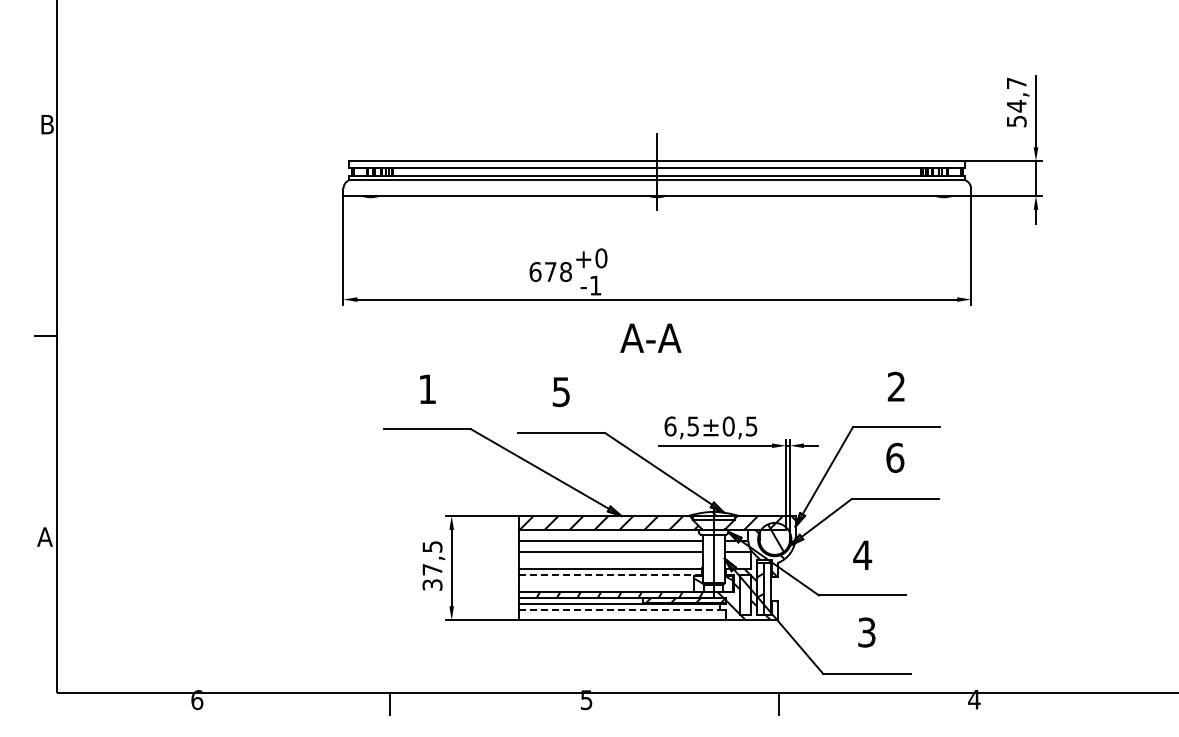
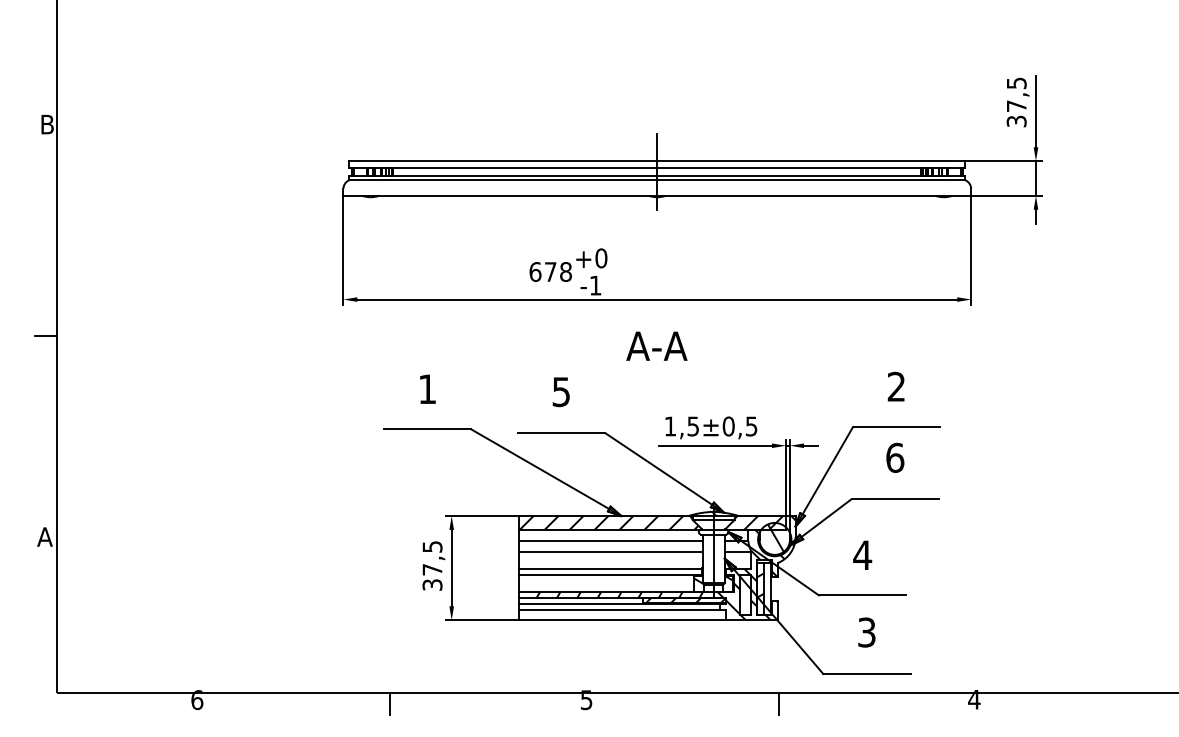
text at (1016, 101): 54,7 -> 37,5
text at (650, 337) position: (650, 337) -> (656, 345)
text at (670, 426): 6,5 -> 1,5
line at (611, 574): dashed -> solid
line at (619, 609): dashed -> solid
